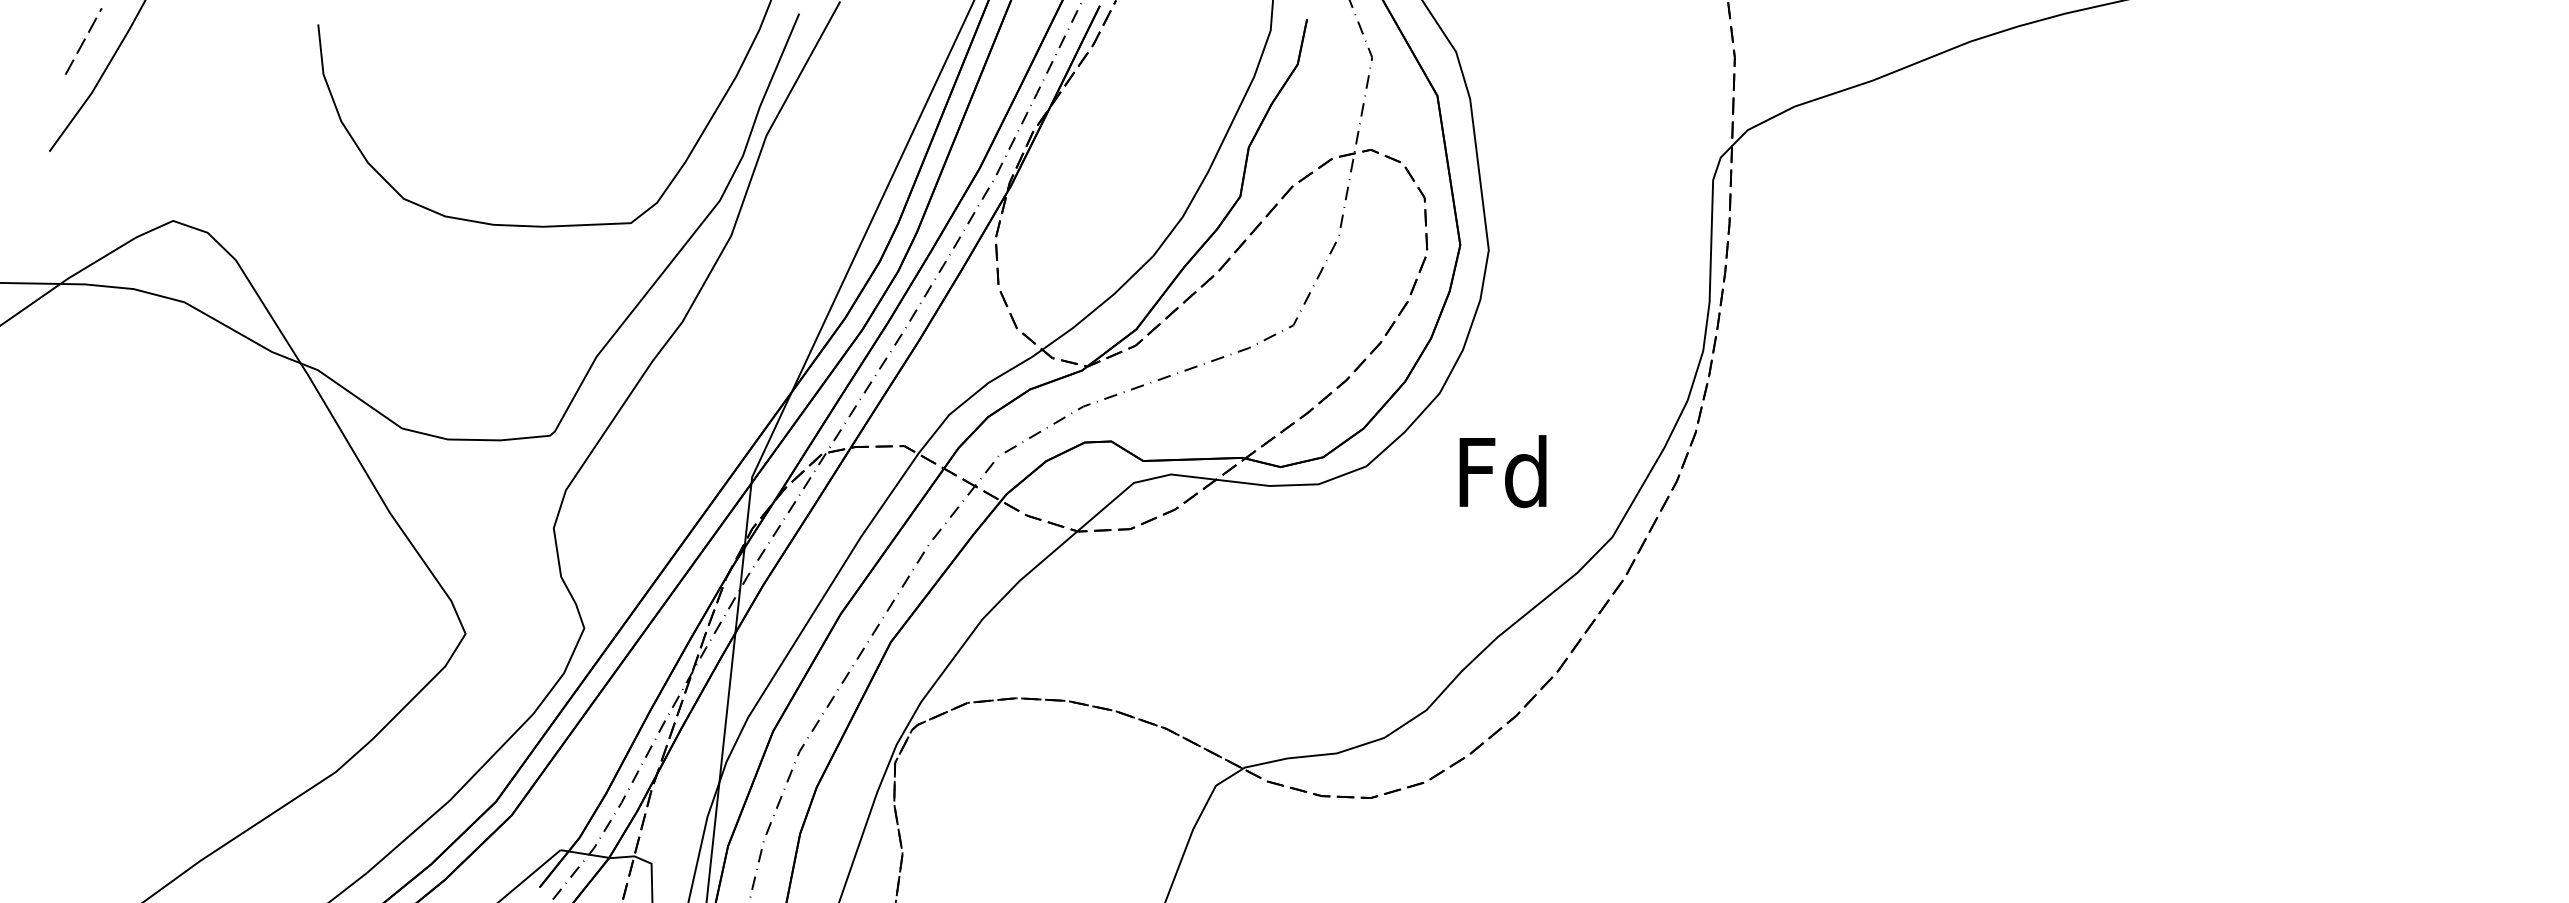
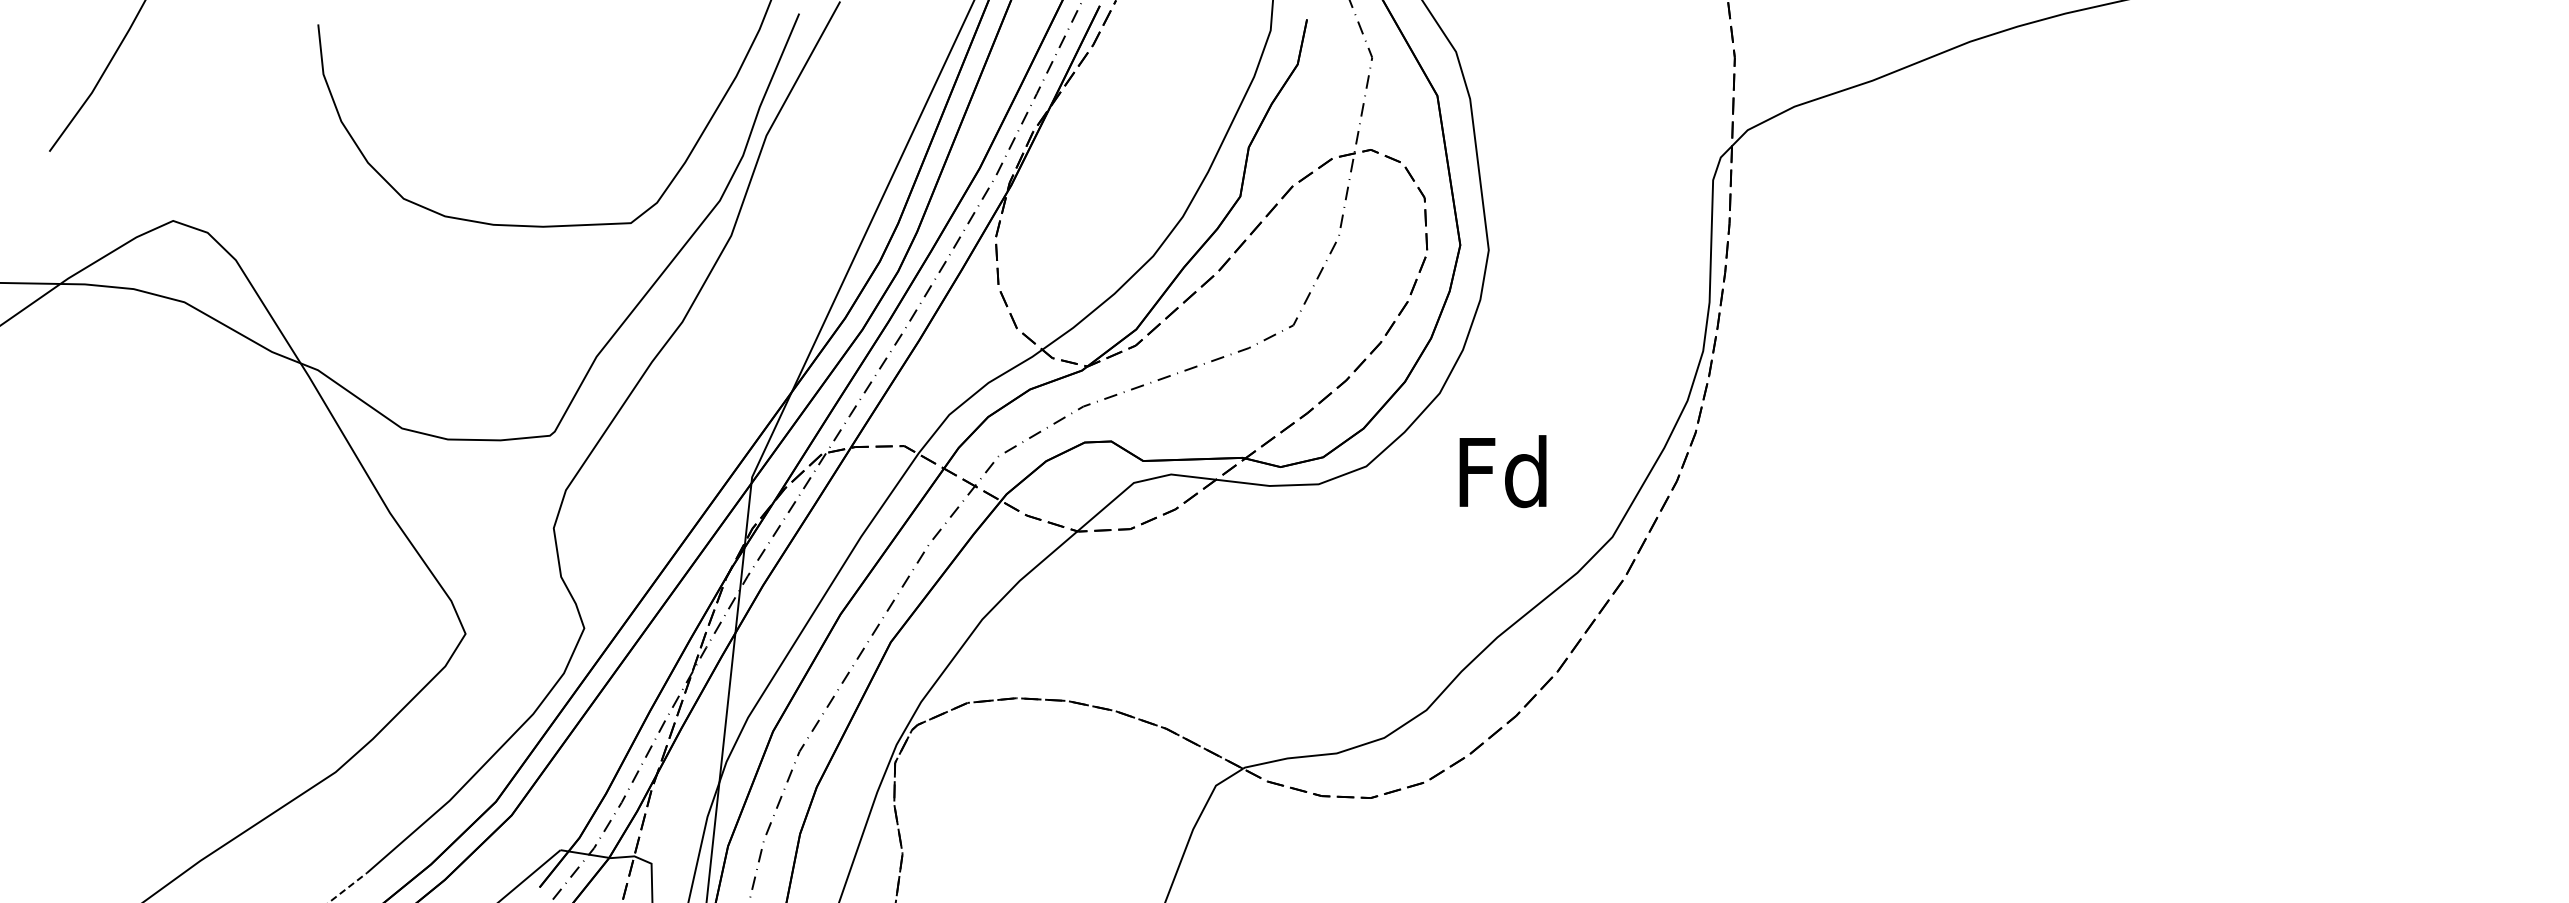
line at (83, 41): present -> none
line at (348, 887): solid -> dashed
